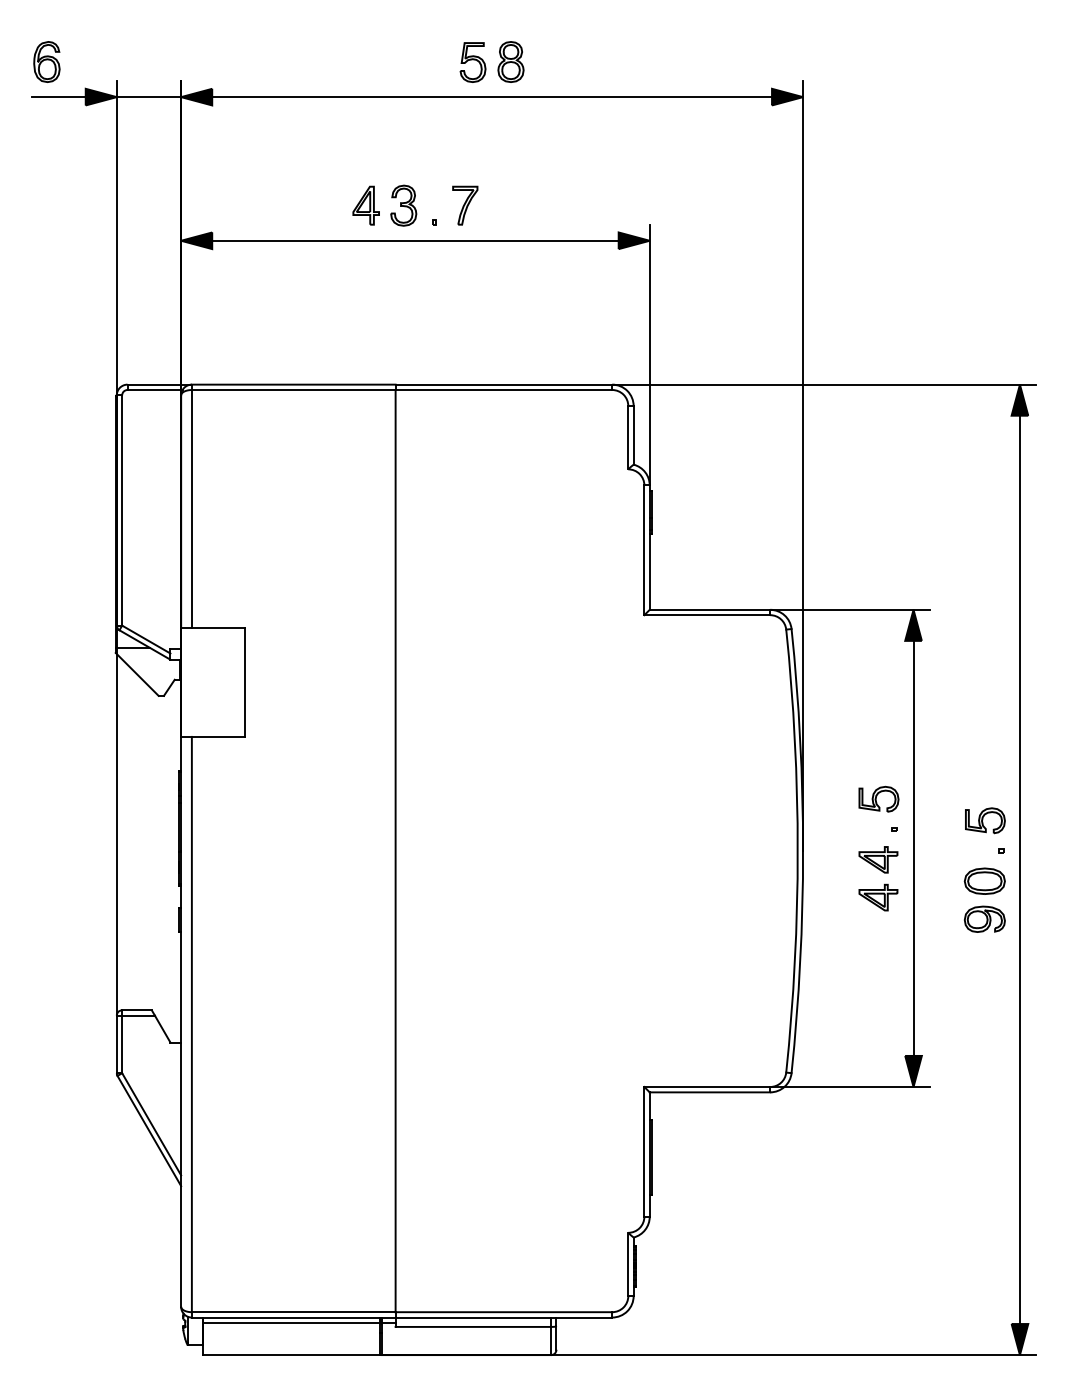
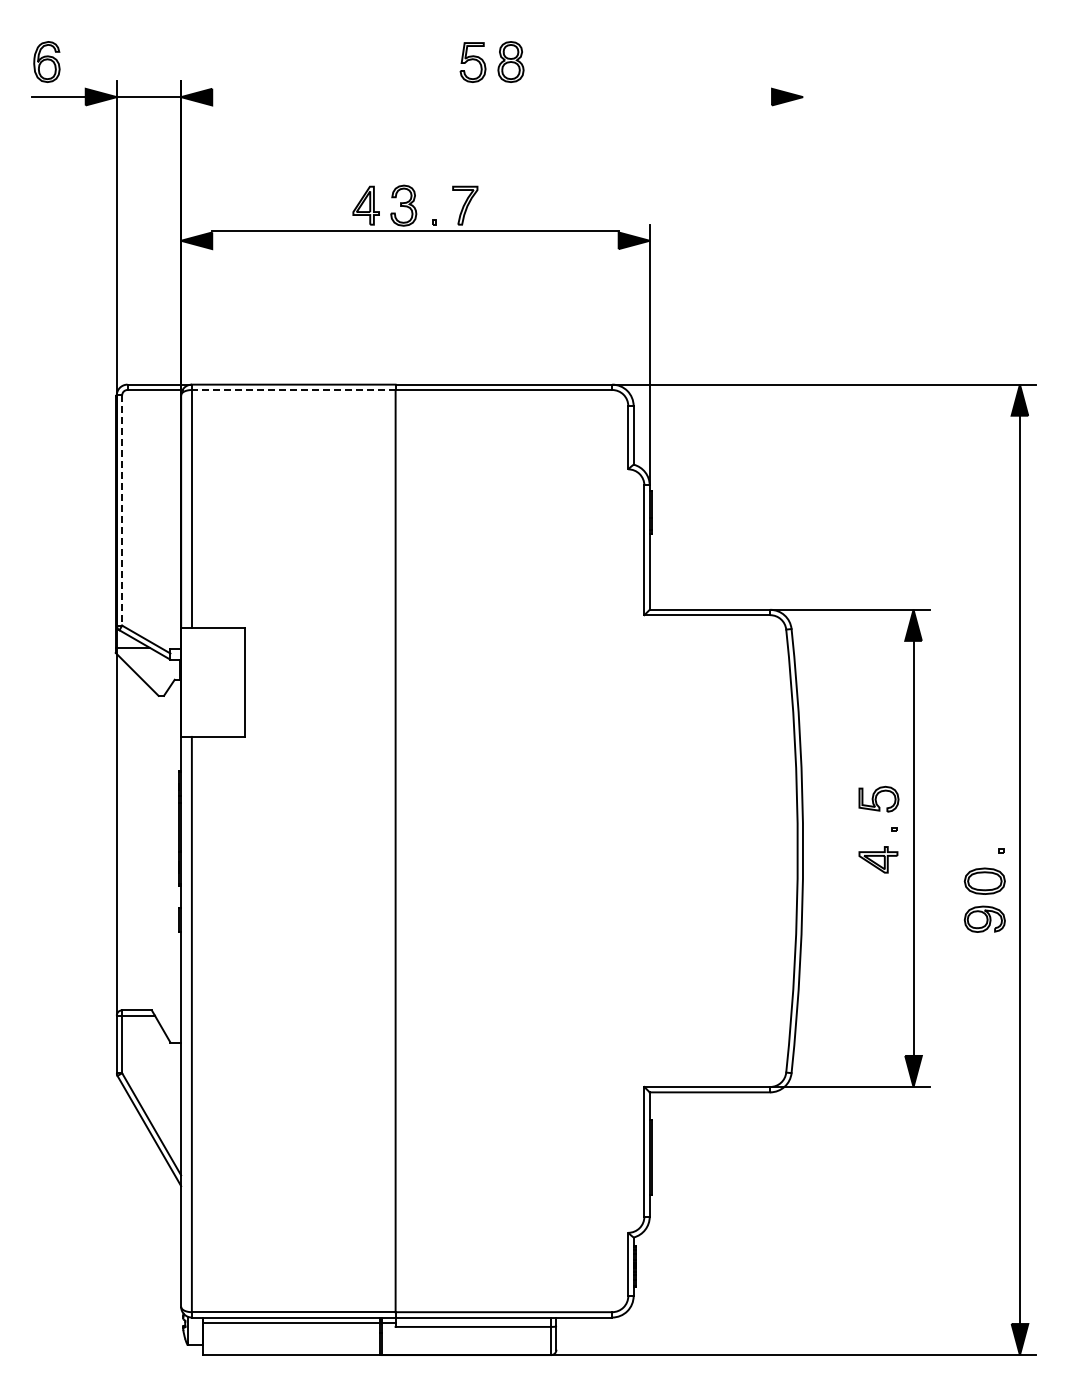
line at (492, 97): present -> none
line at (415, 240) position: (415, 240) -> (415, 230)
line at (293, 390): solid -> dashed
line at (803, 466): present -> none
line at (122, 511): solid -> dashed
part at (985, 820): present -> none
part at (878, 897): present -> none
